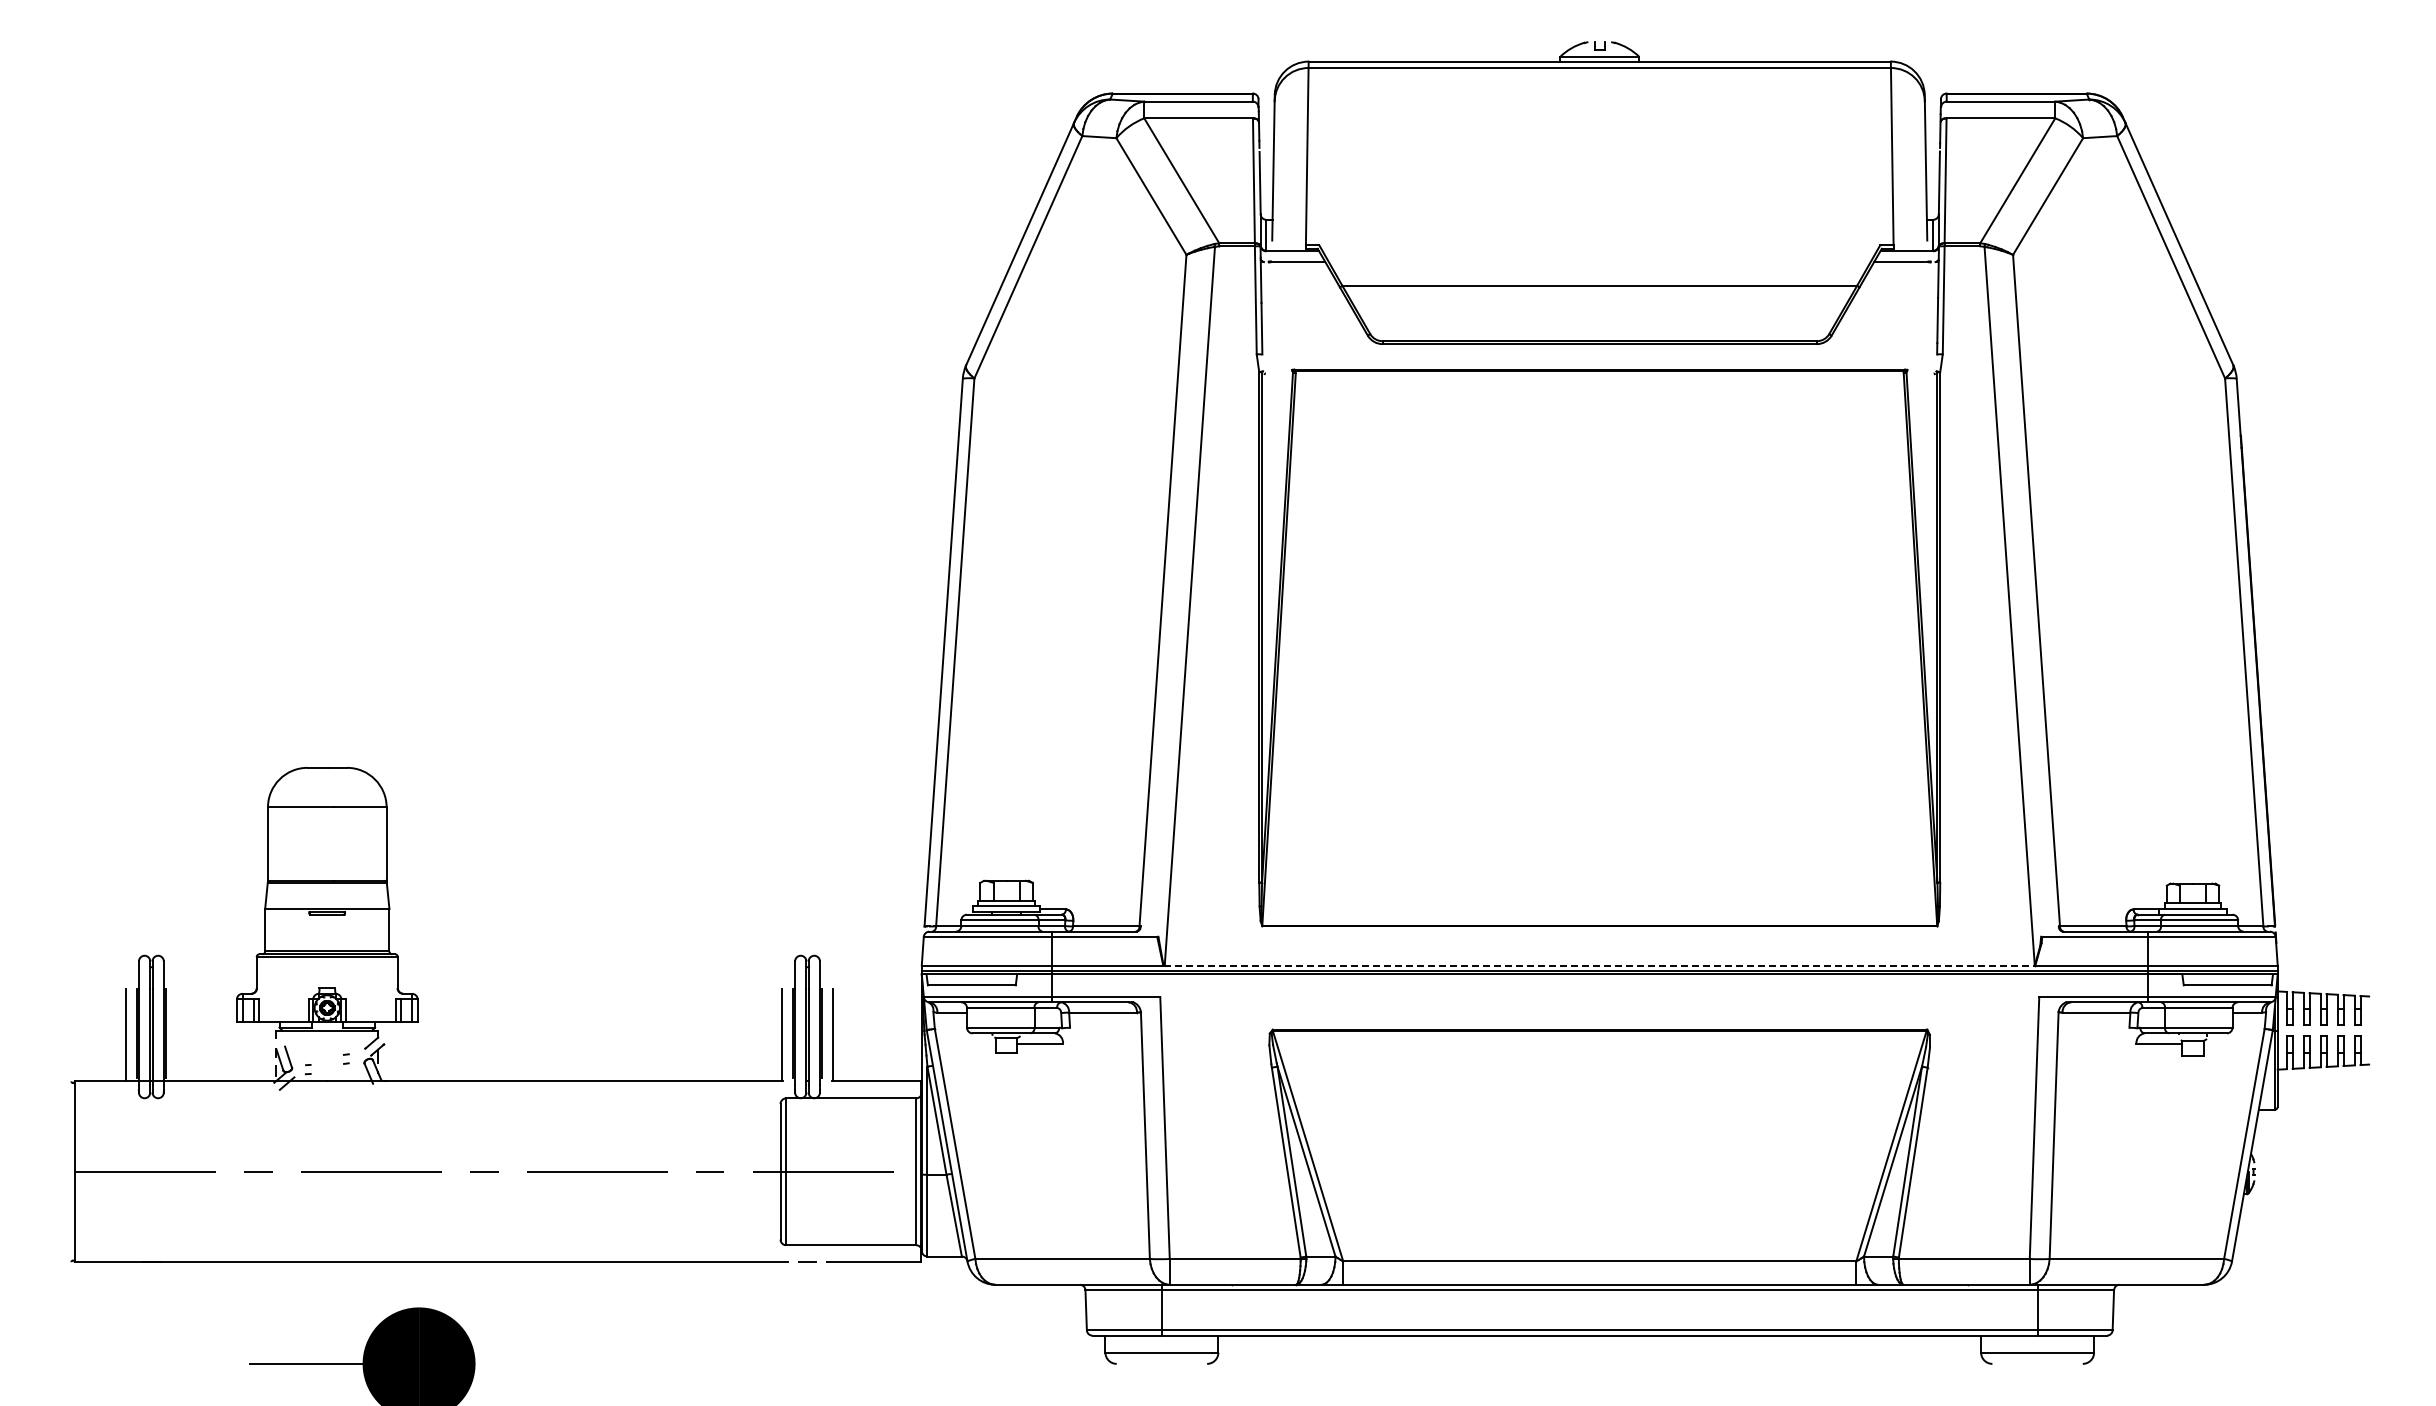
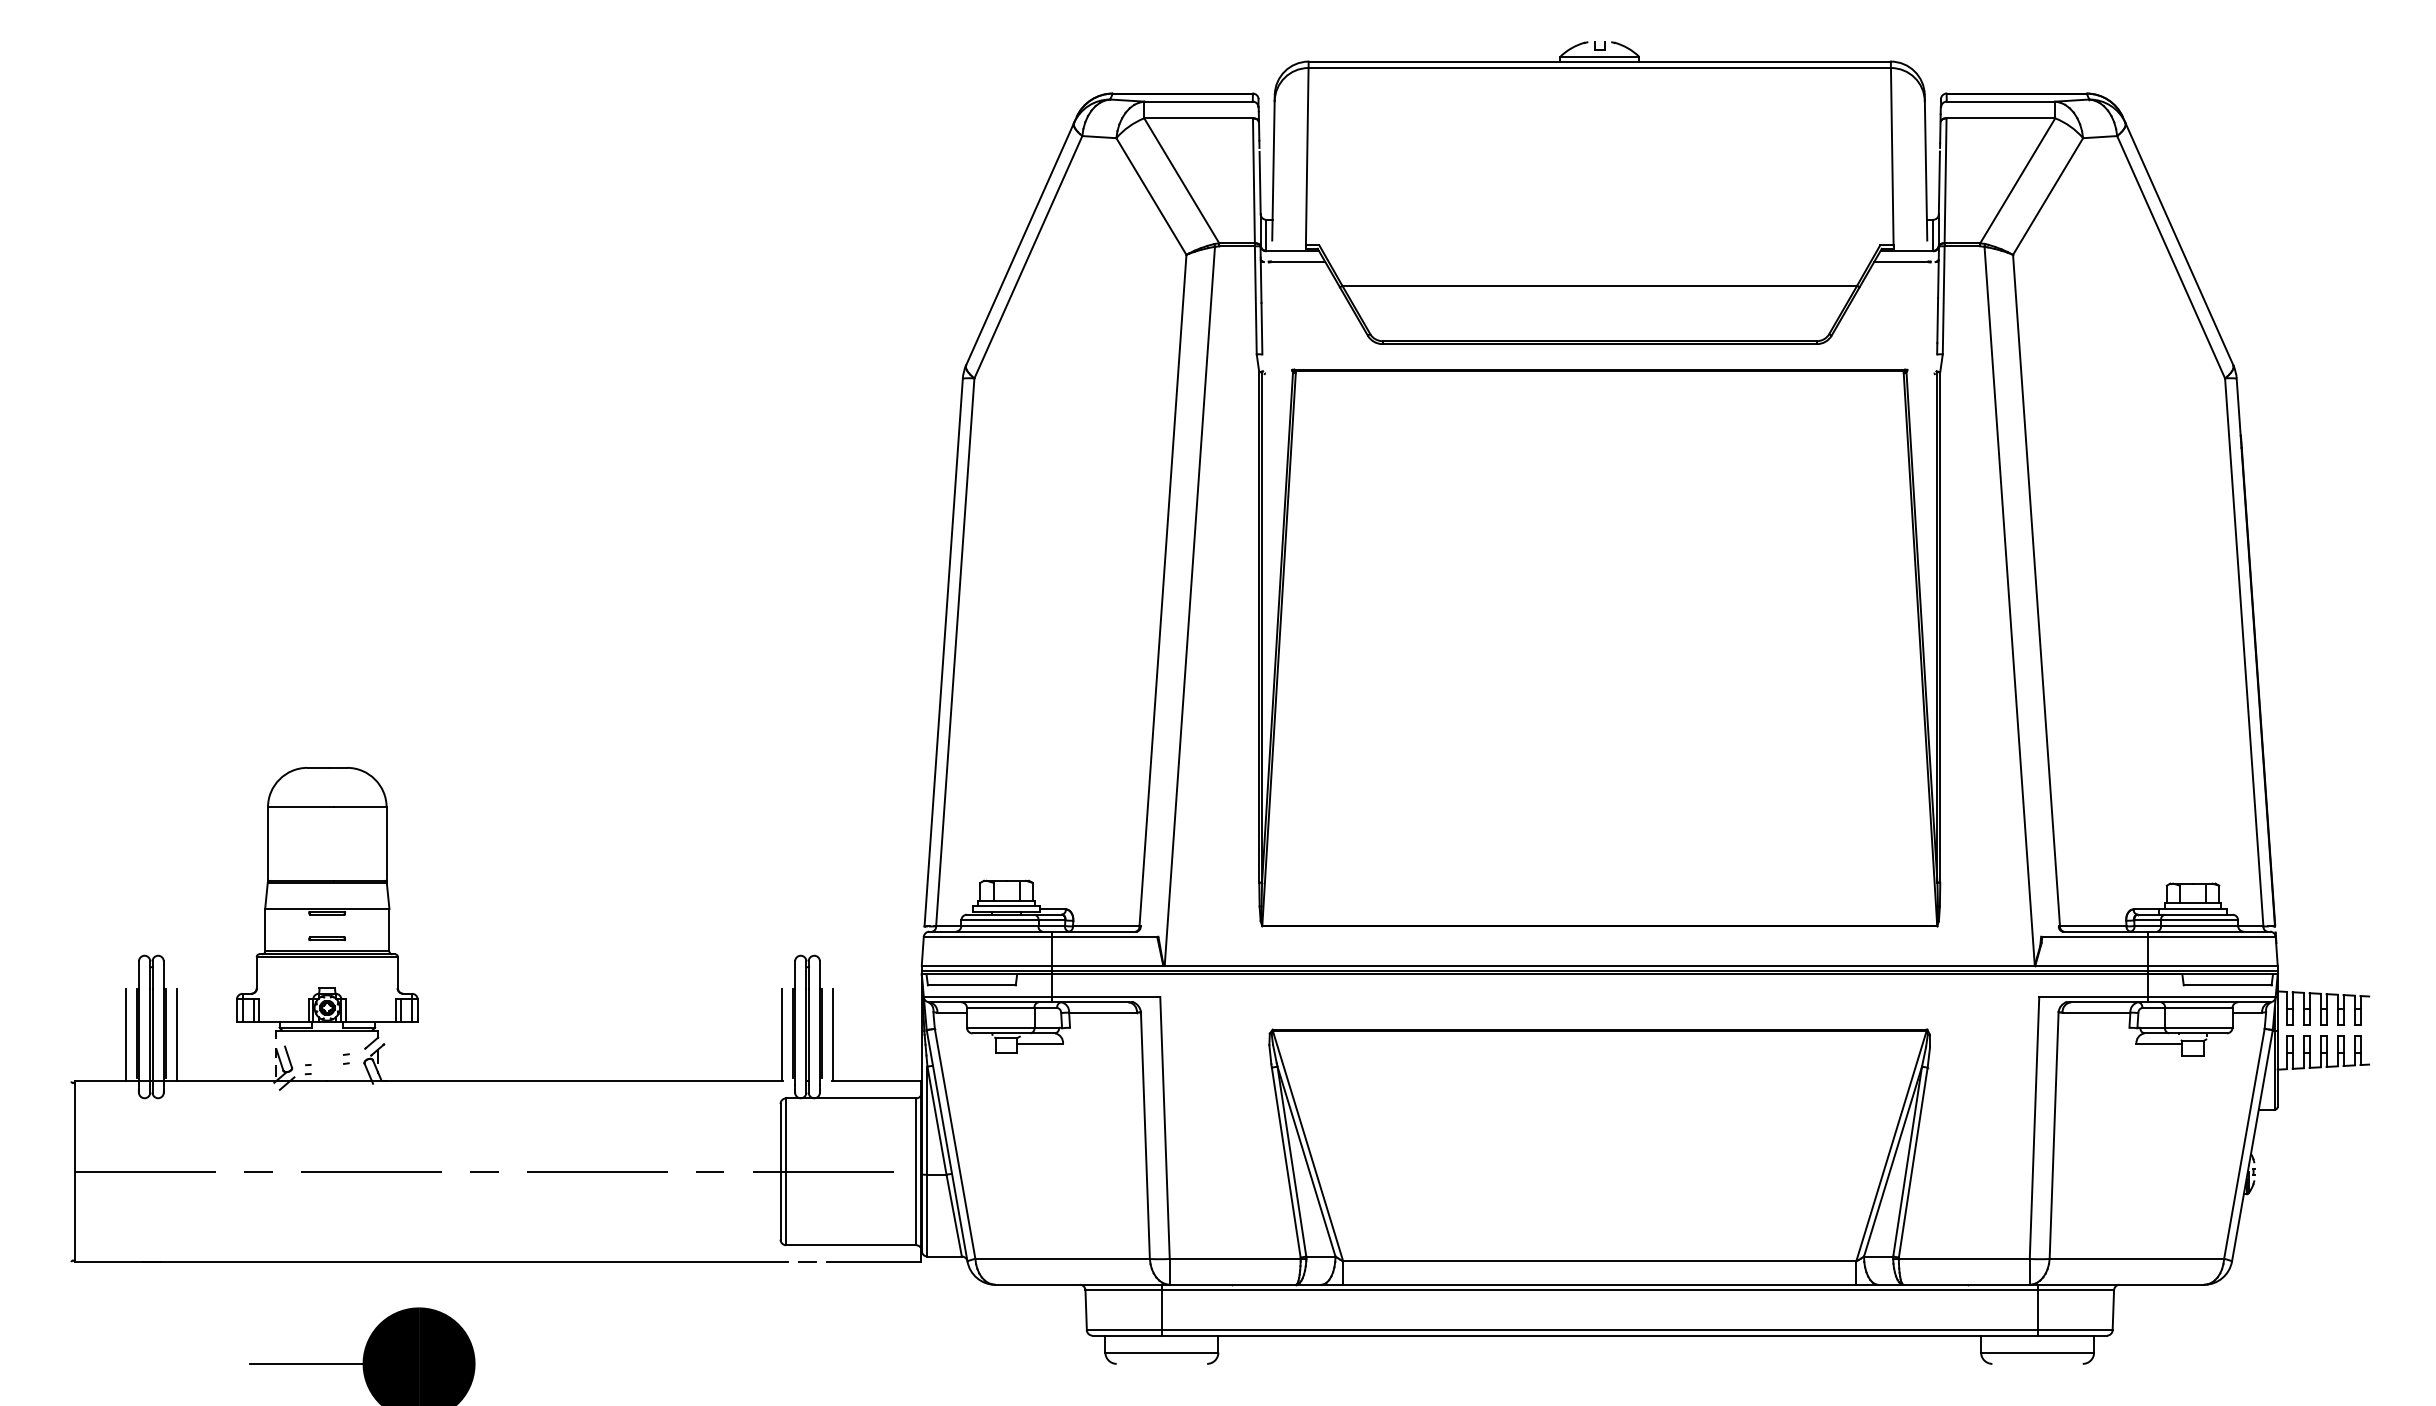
part at (326, 938): none -> present
line at (1599, 965): dashed -> solid
line at (176, 1034): none -> present
